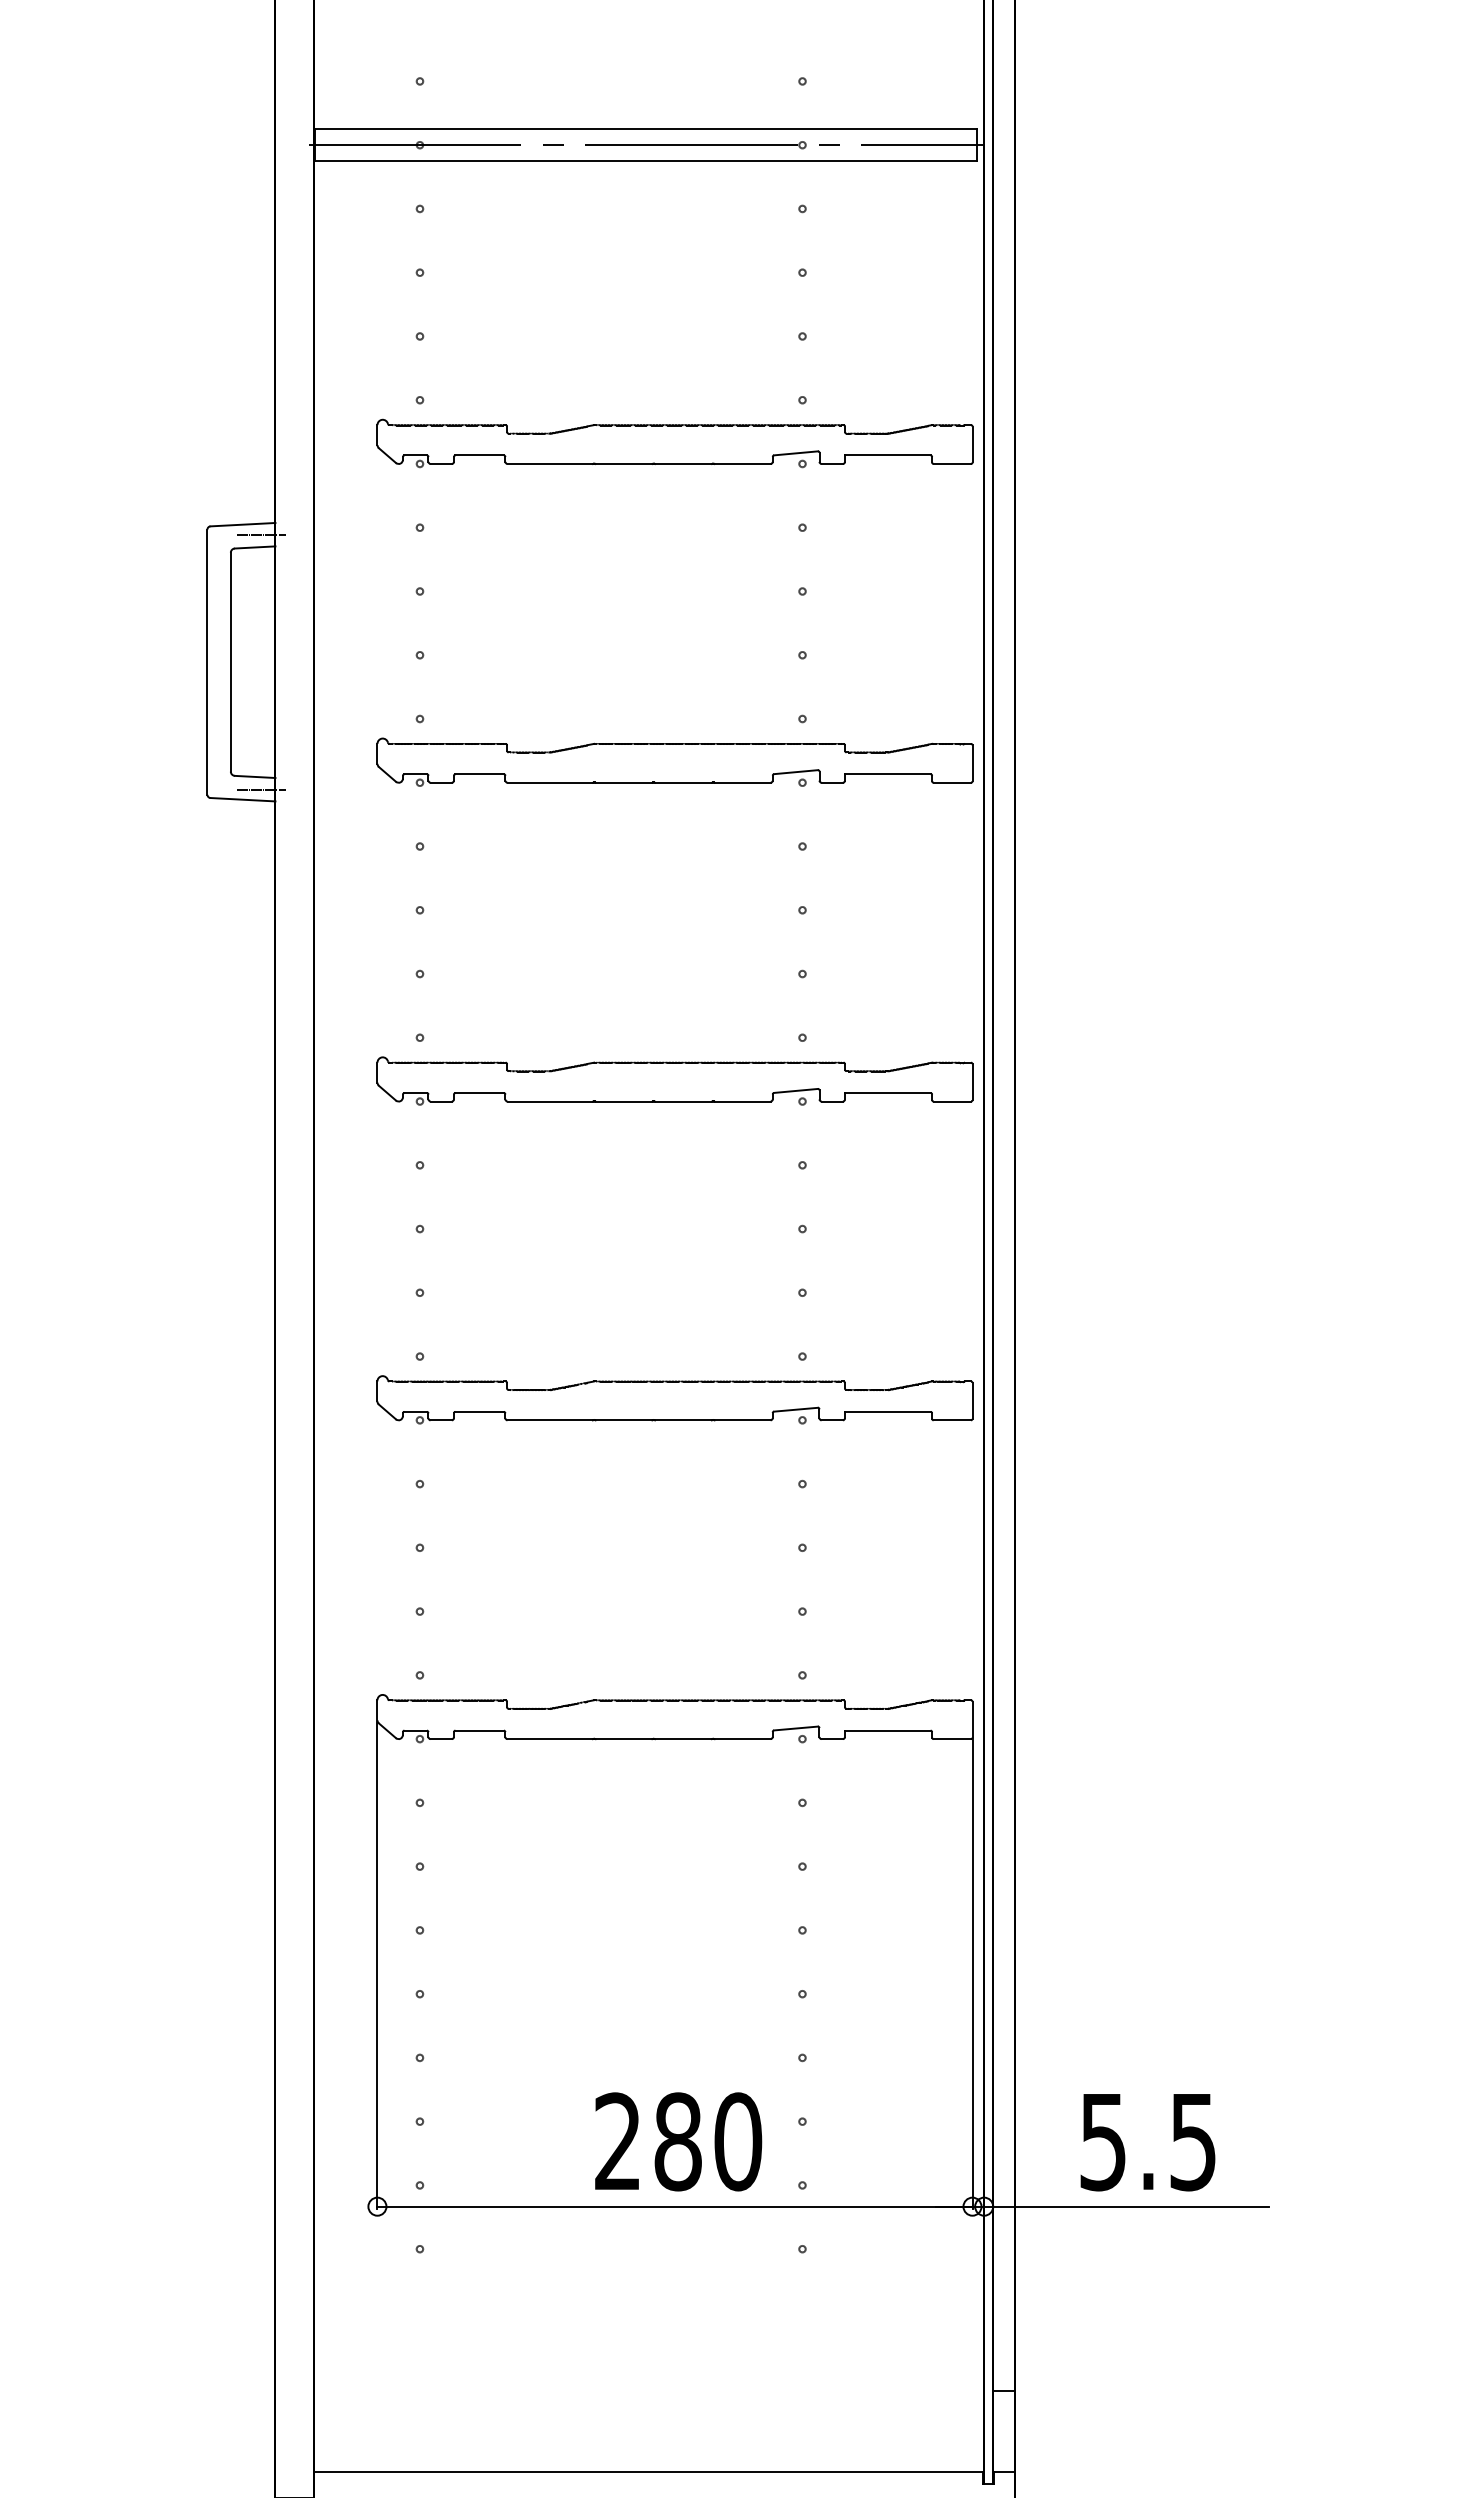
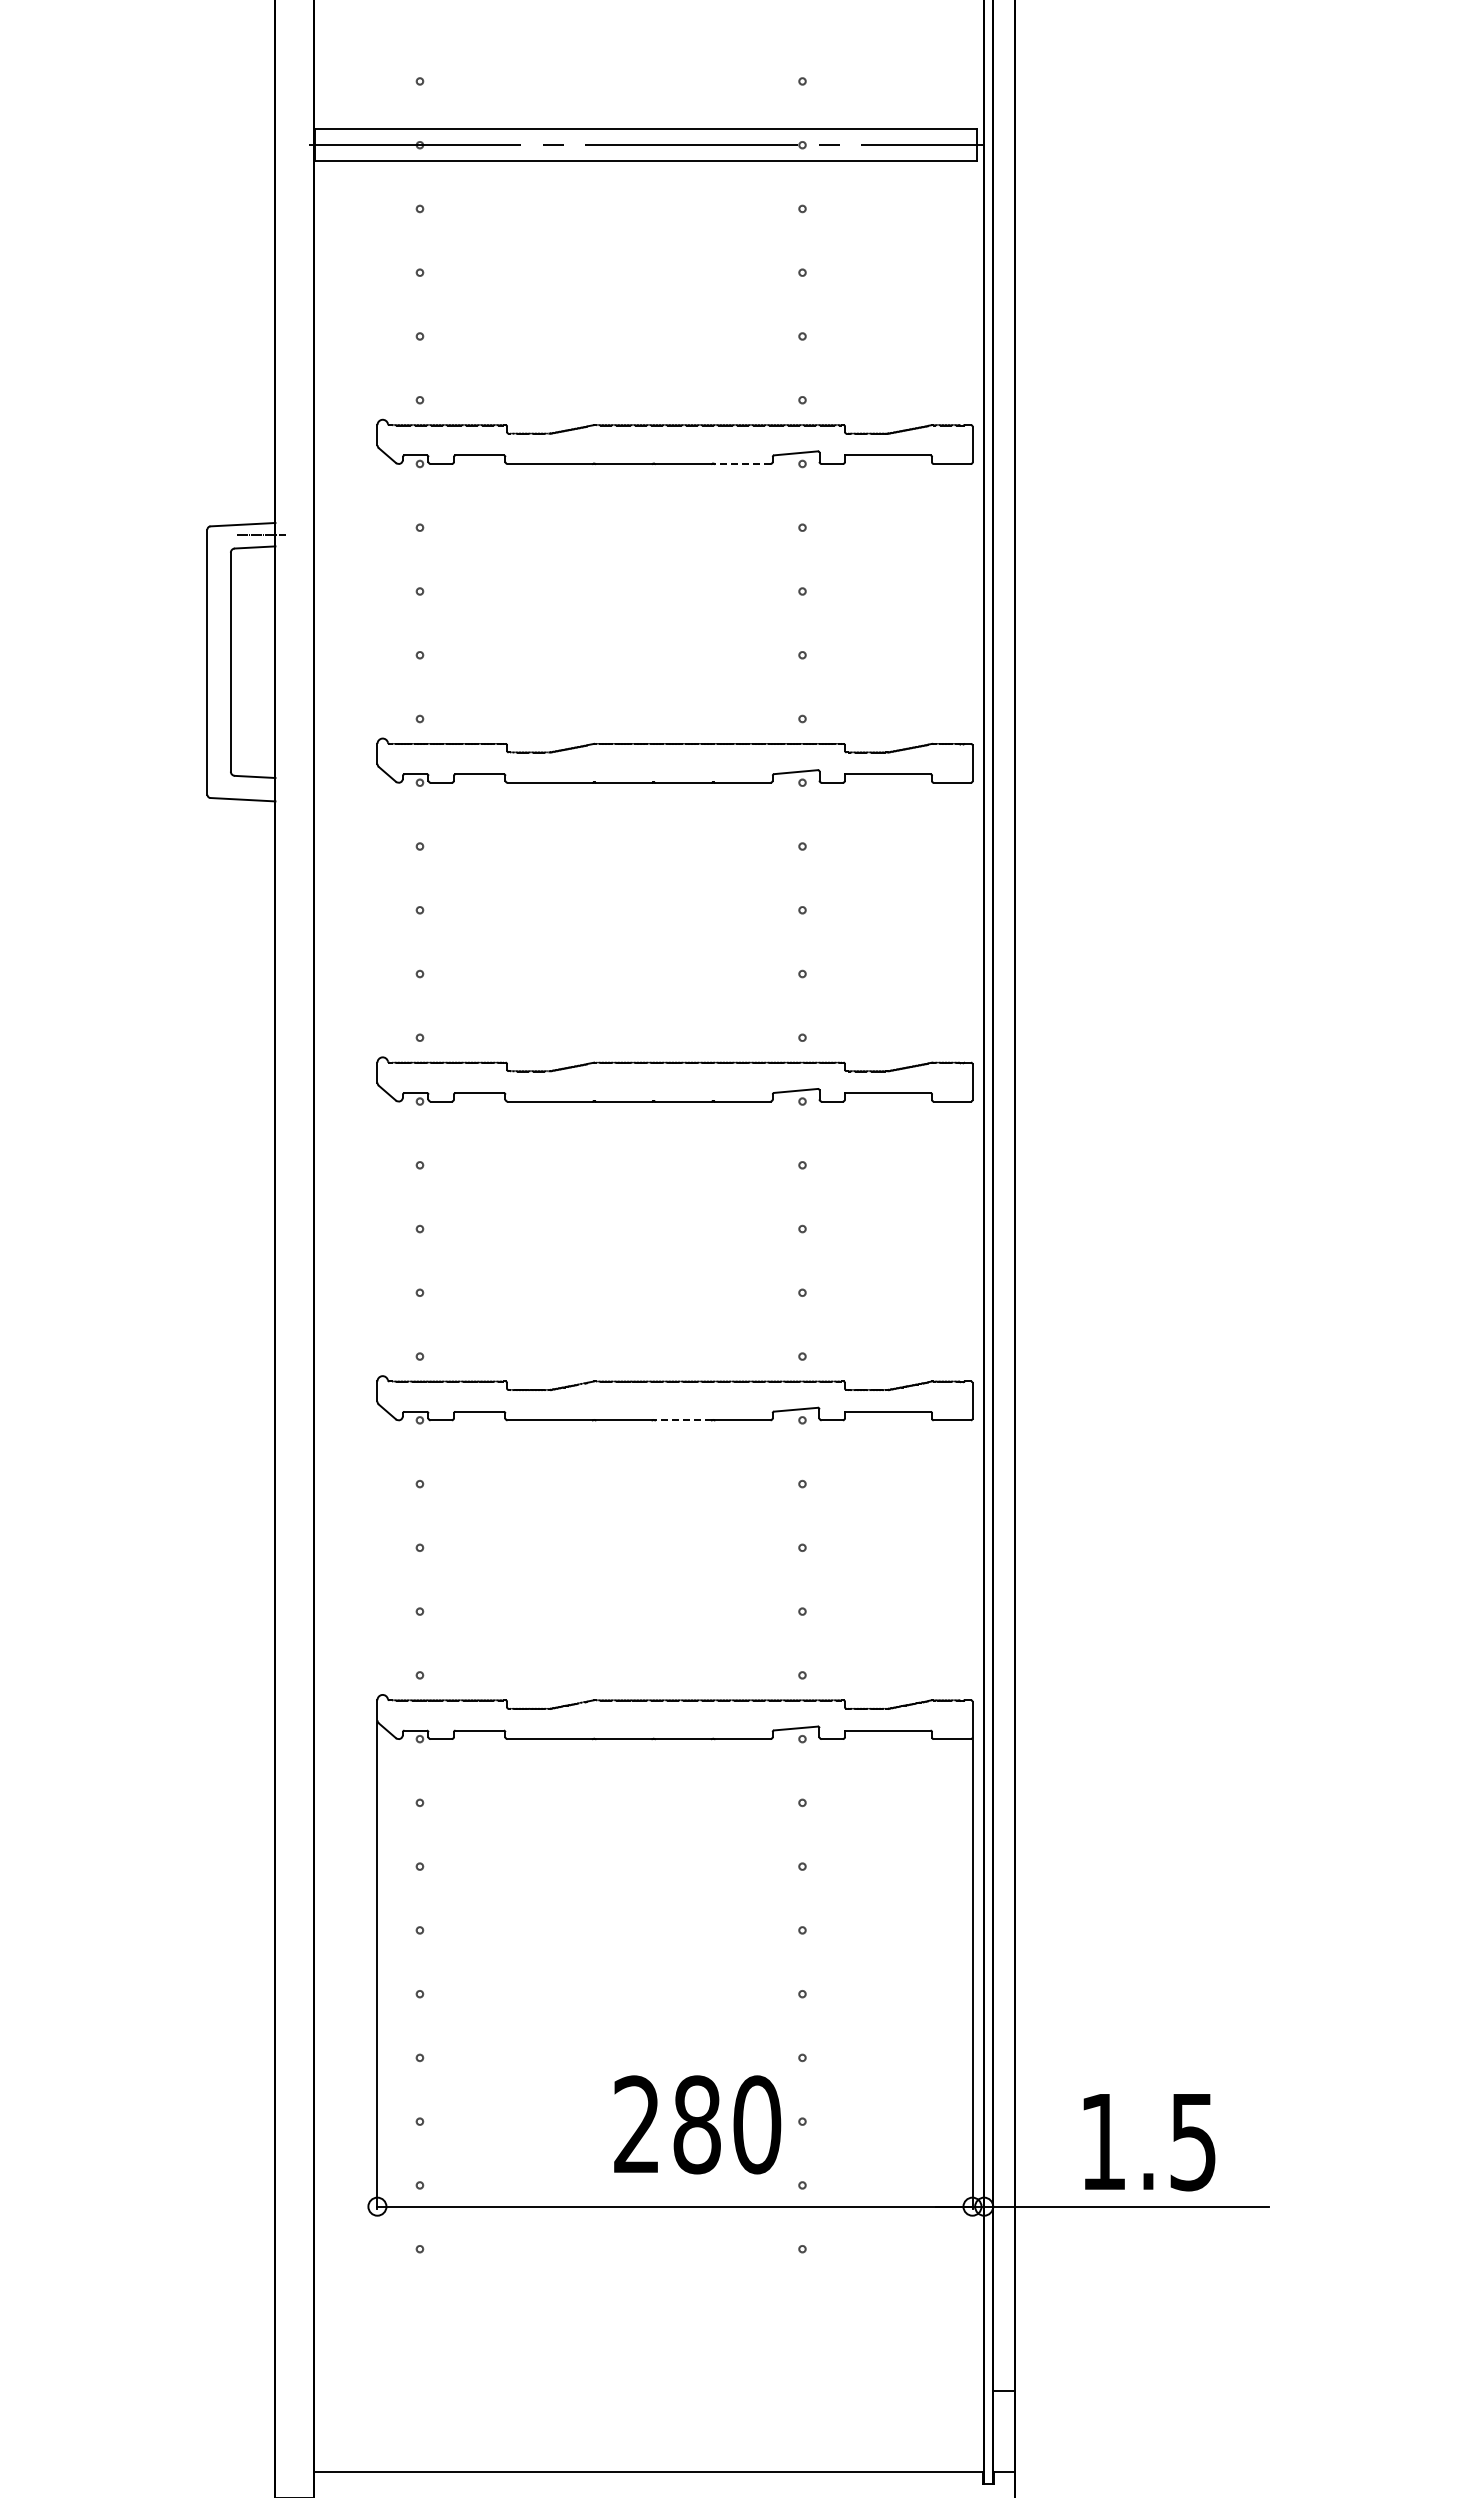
line at (742, 463): solid -> dashed
line at (261, 789): present -> none
line at (682, 1420): solid -> dashed
text at (678, 2141) position: (678, 2141) -> (697, 2124)
text at (1102, 2142): 5.5 -> 1.5
